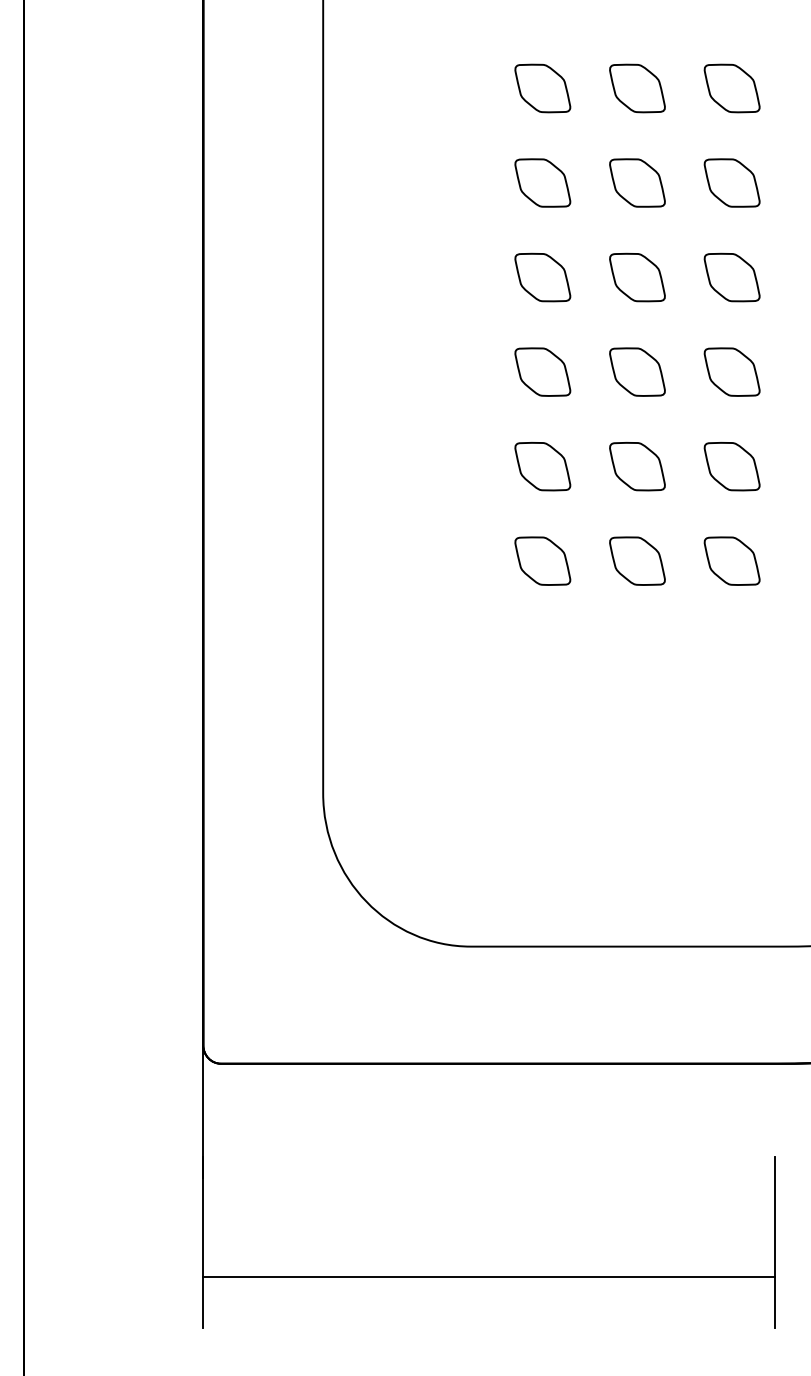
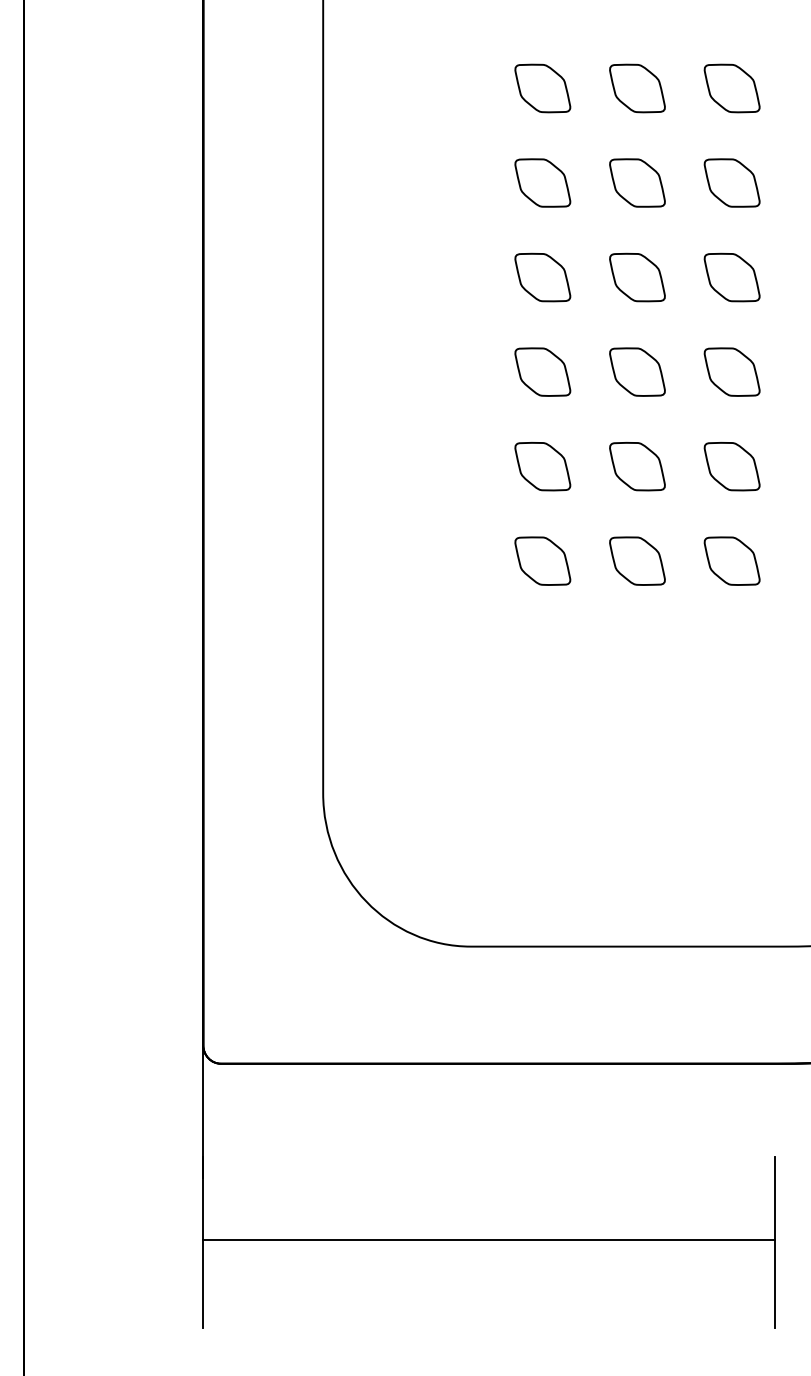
line at (488, 1277) position: (488, 1277) -> (488, 1240)
